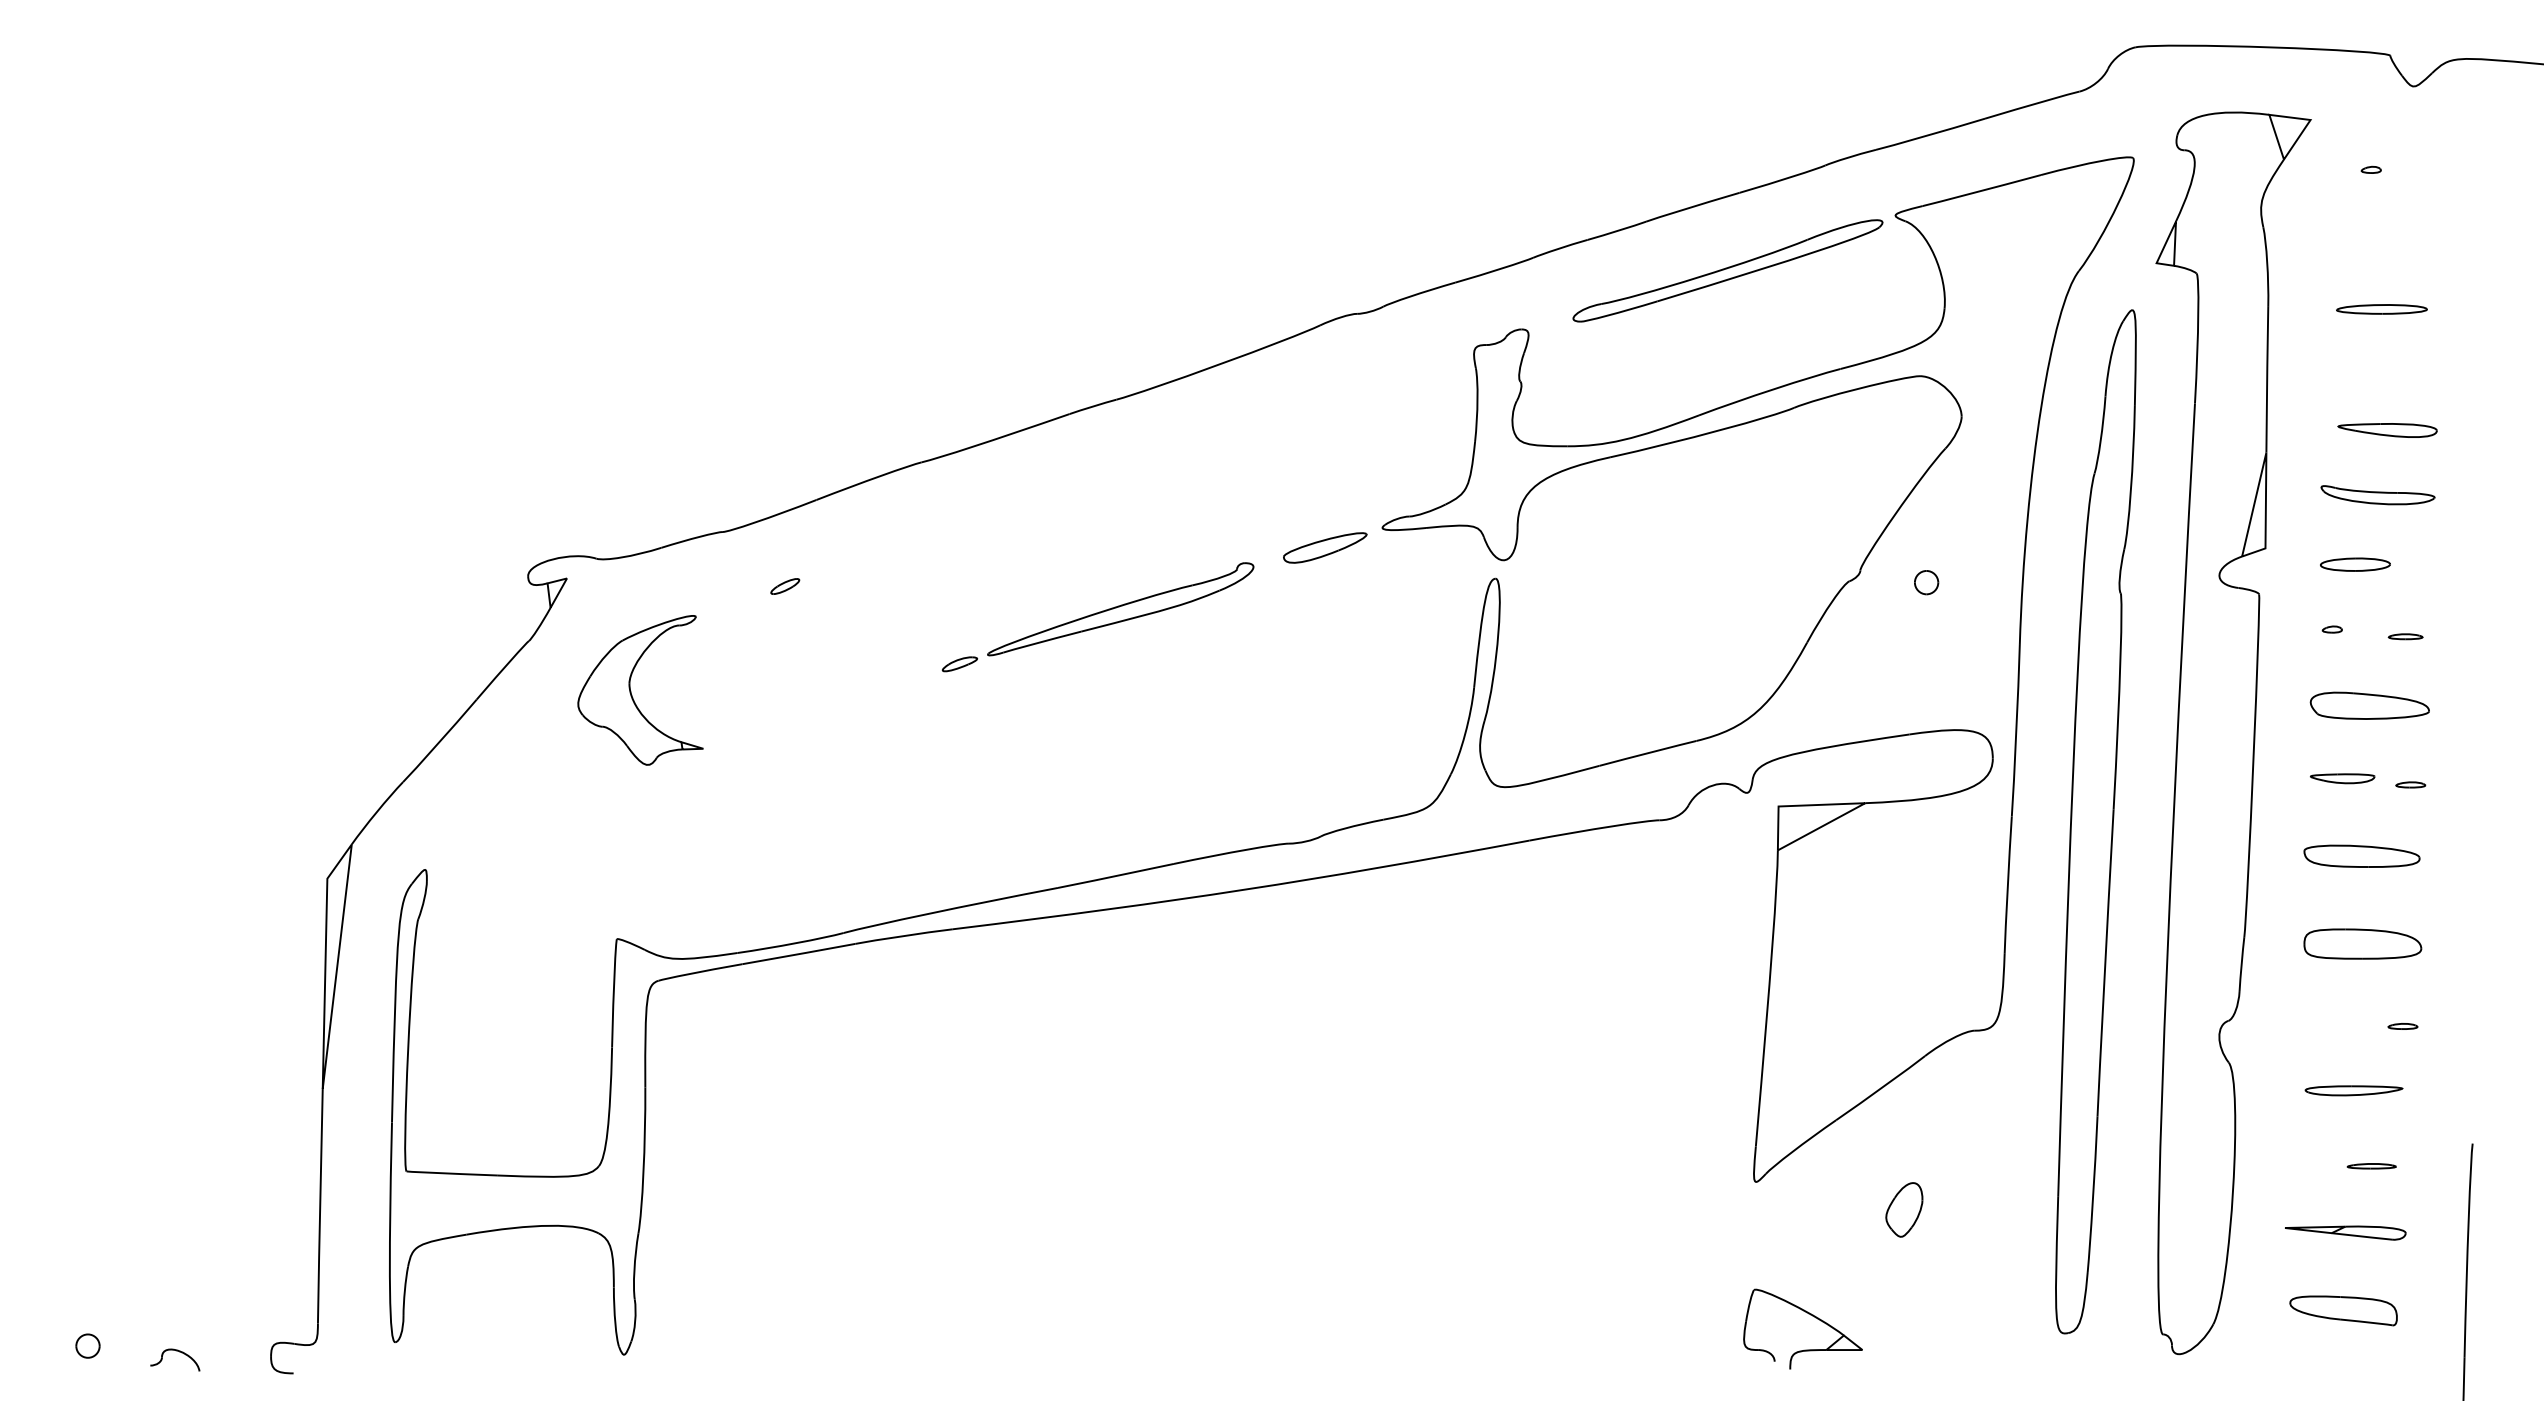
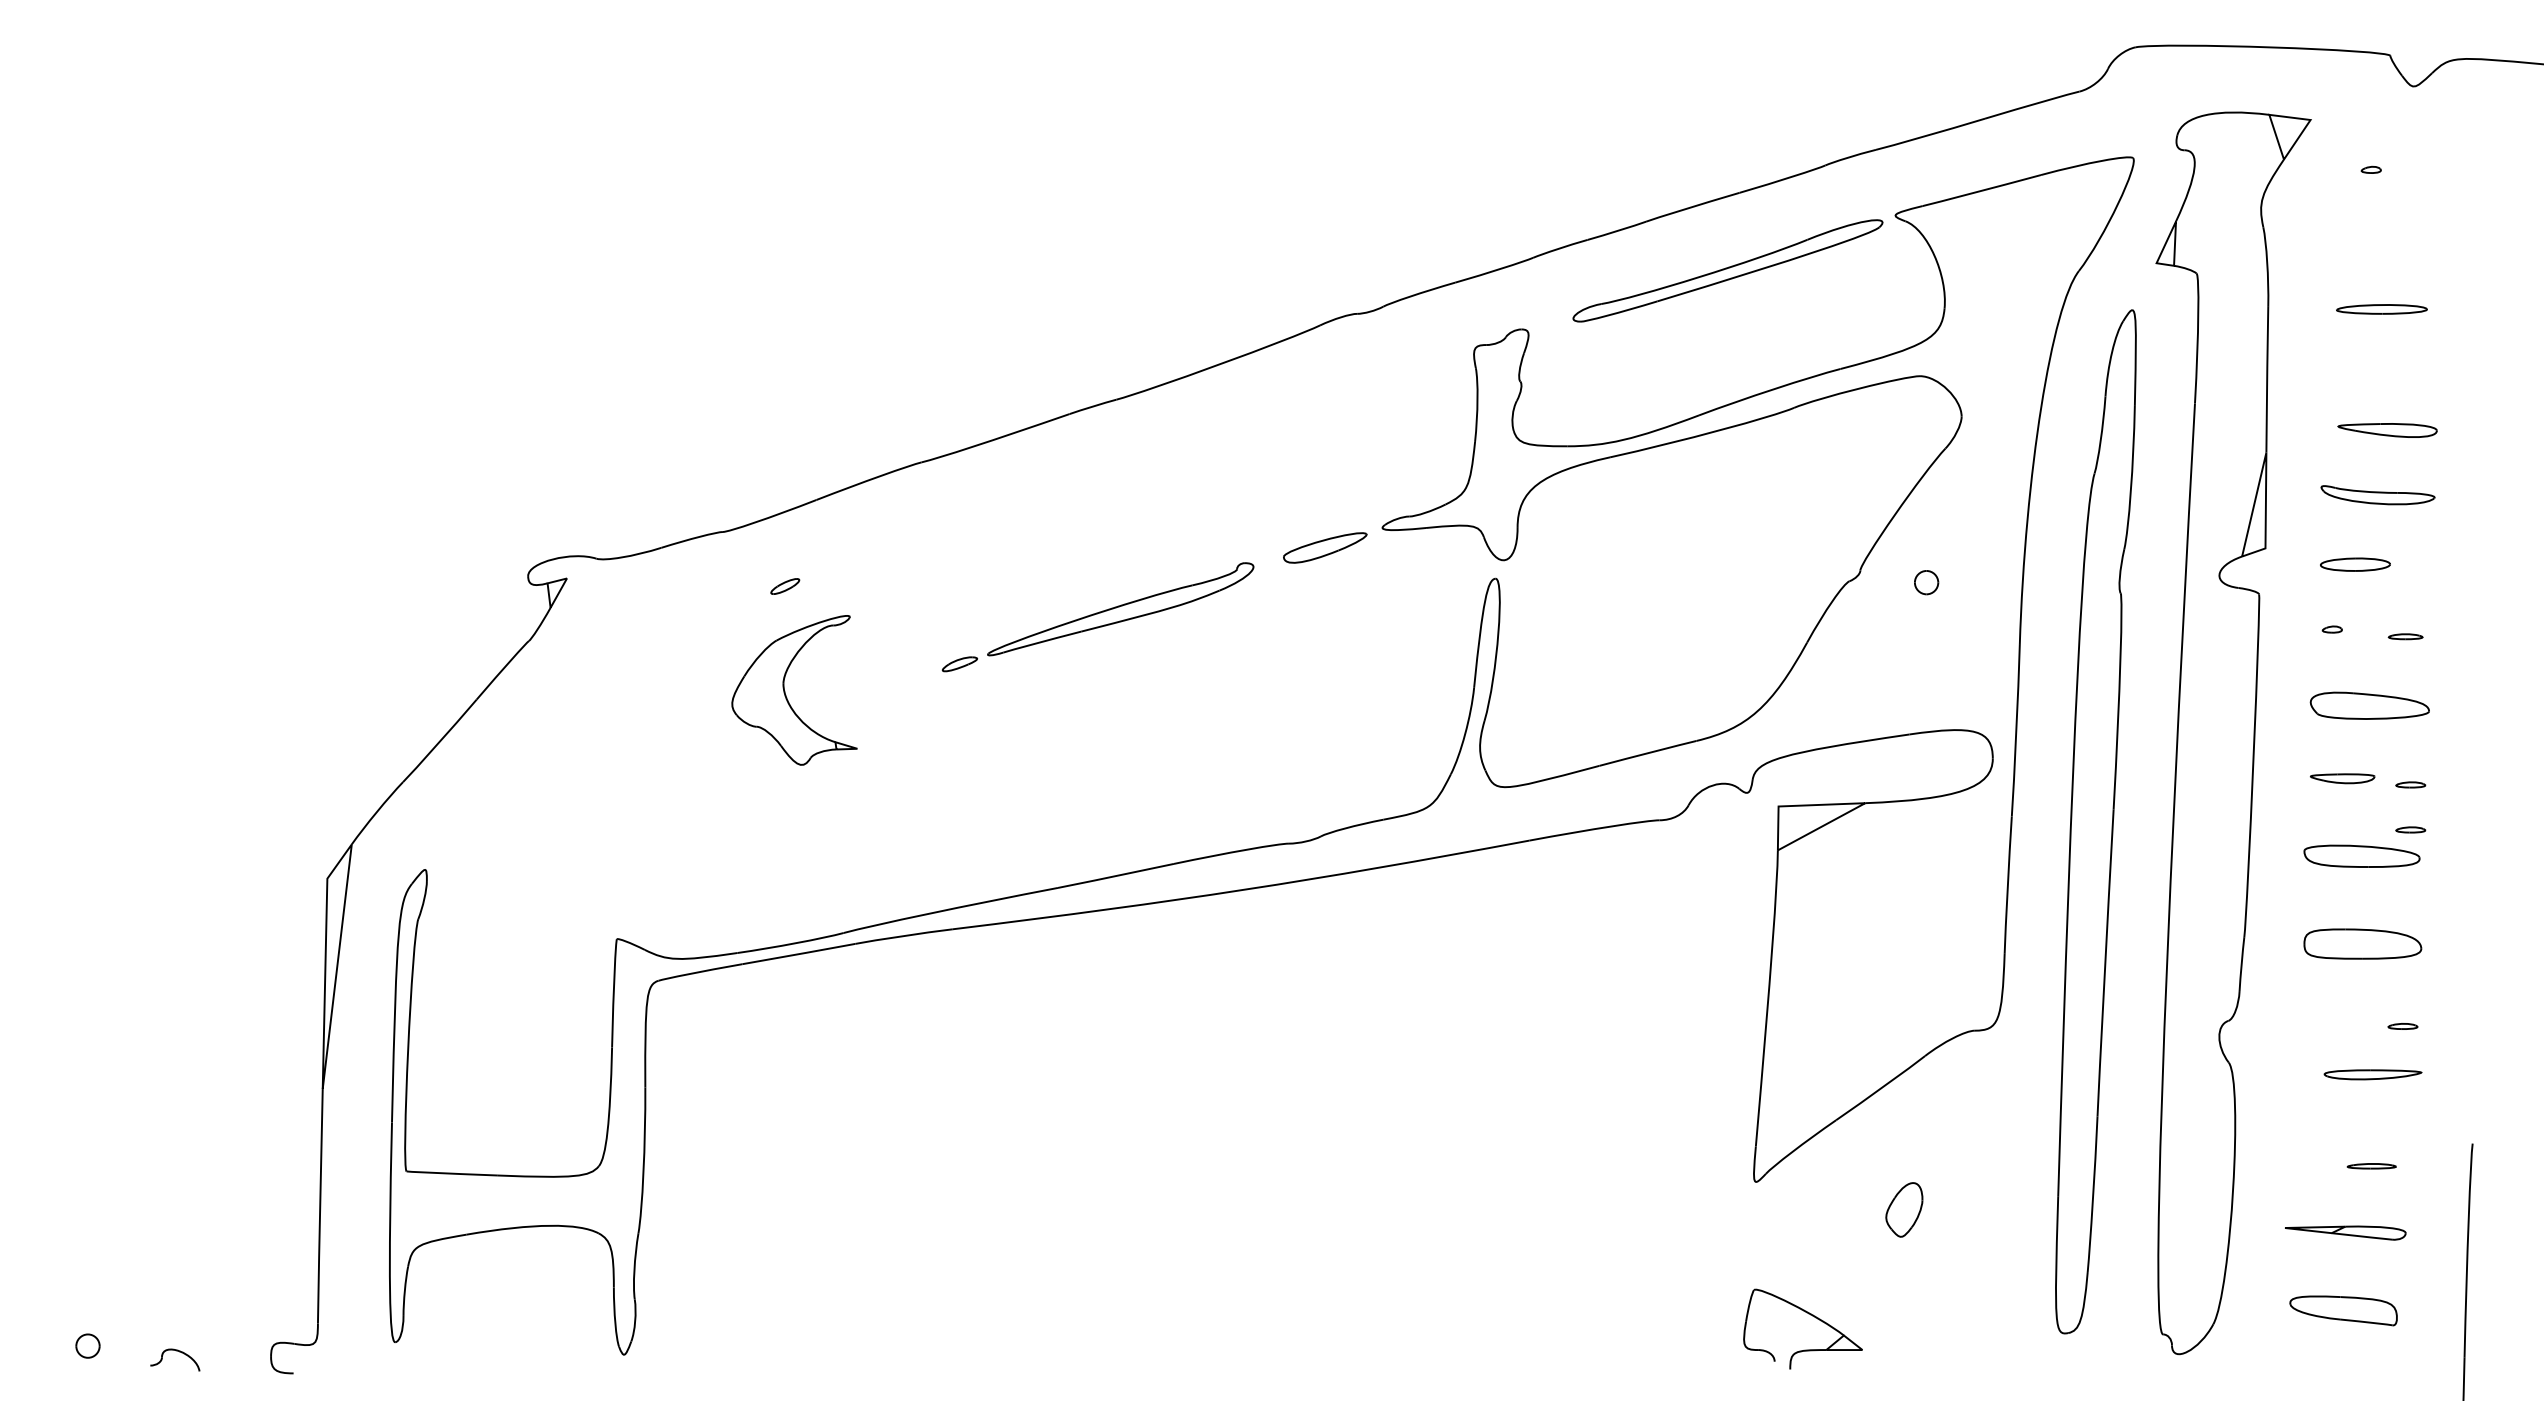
part at (631, 691) position: (631, 691) -> (785, 691)
part at (2410, 829): none -> present
part at (2353, 1090) position: (2353, 1090) -> (2372, 1074)
